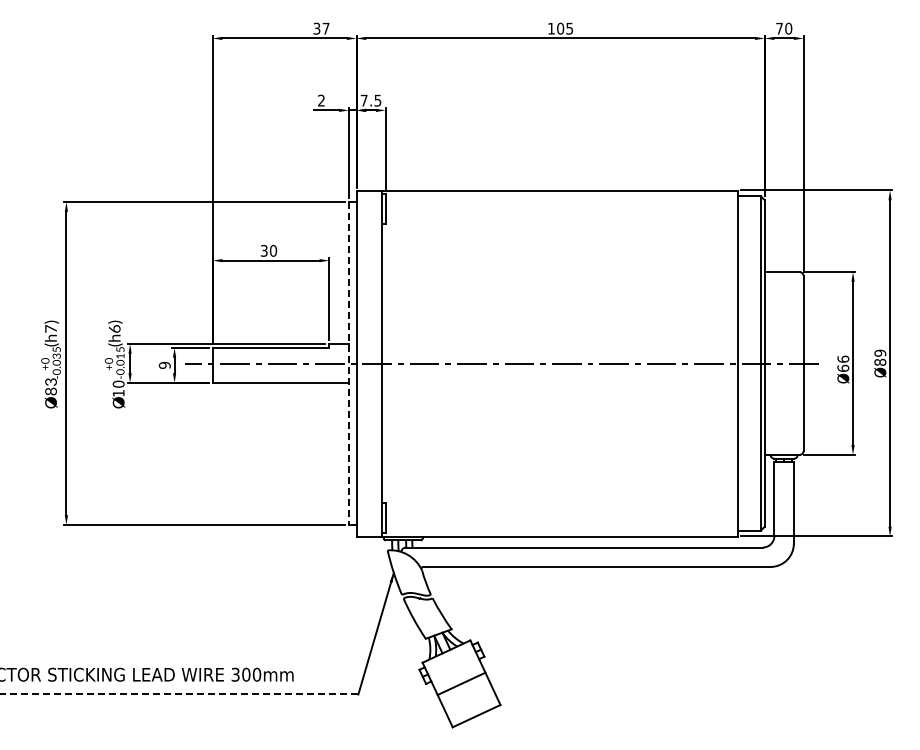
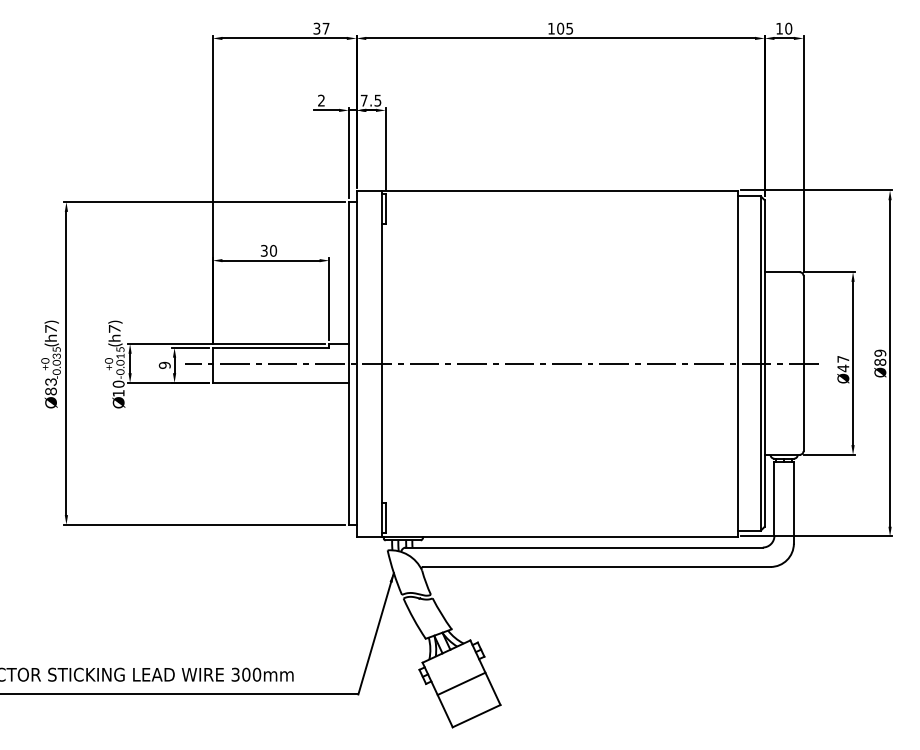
text at (779, 28): 70 -> 10
text at (114, 328): (h6) -> (h7)
text at (843, 363): Ø66 -> Ø47
line at (348, 364): dashed -> solid
line at (179, 694): dashed -> solid
